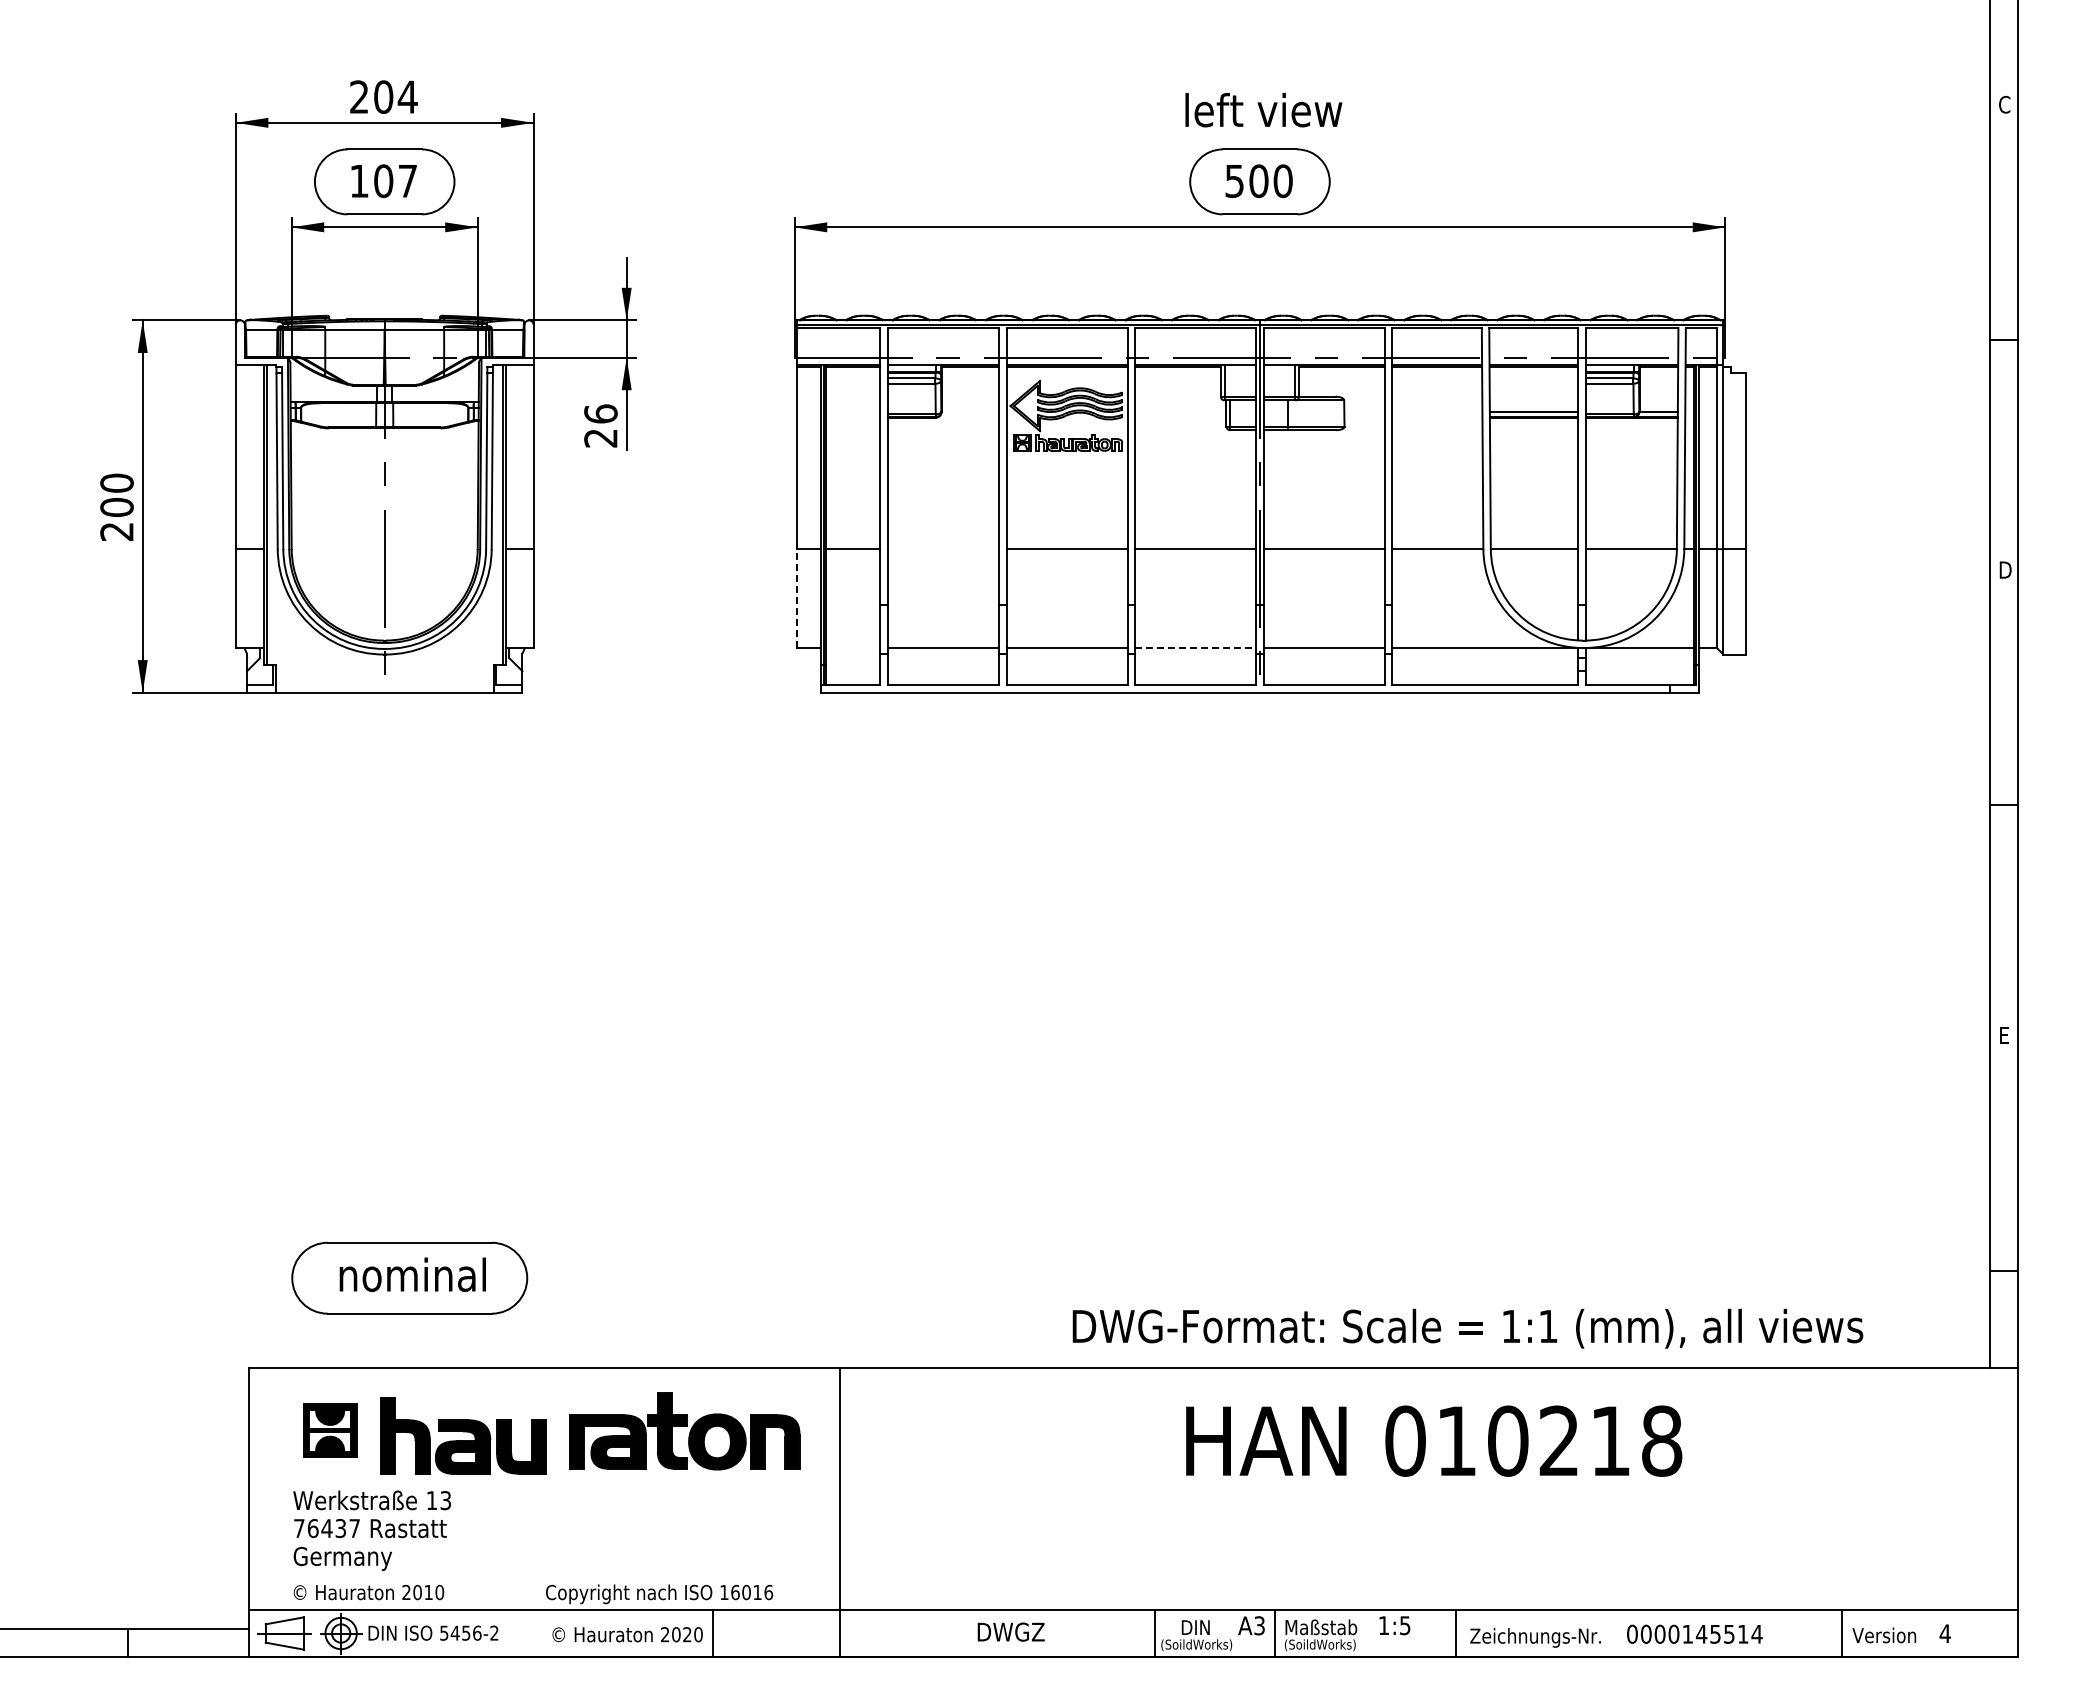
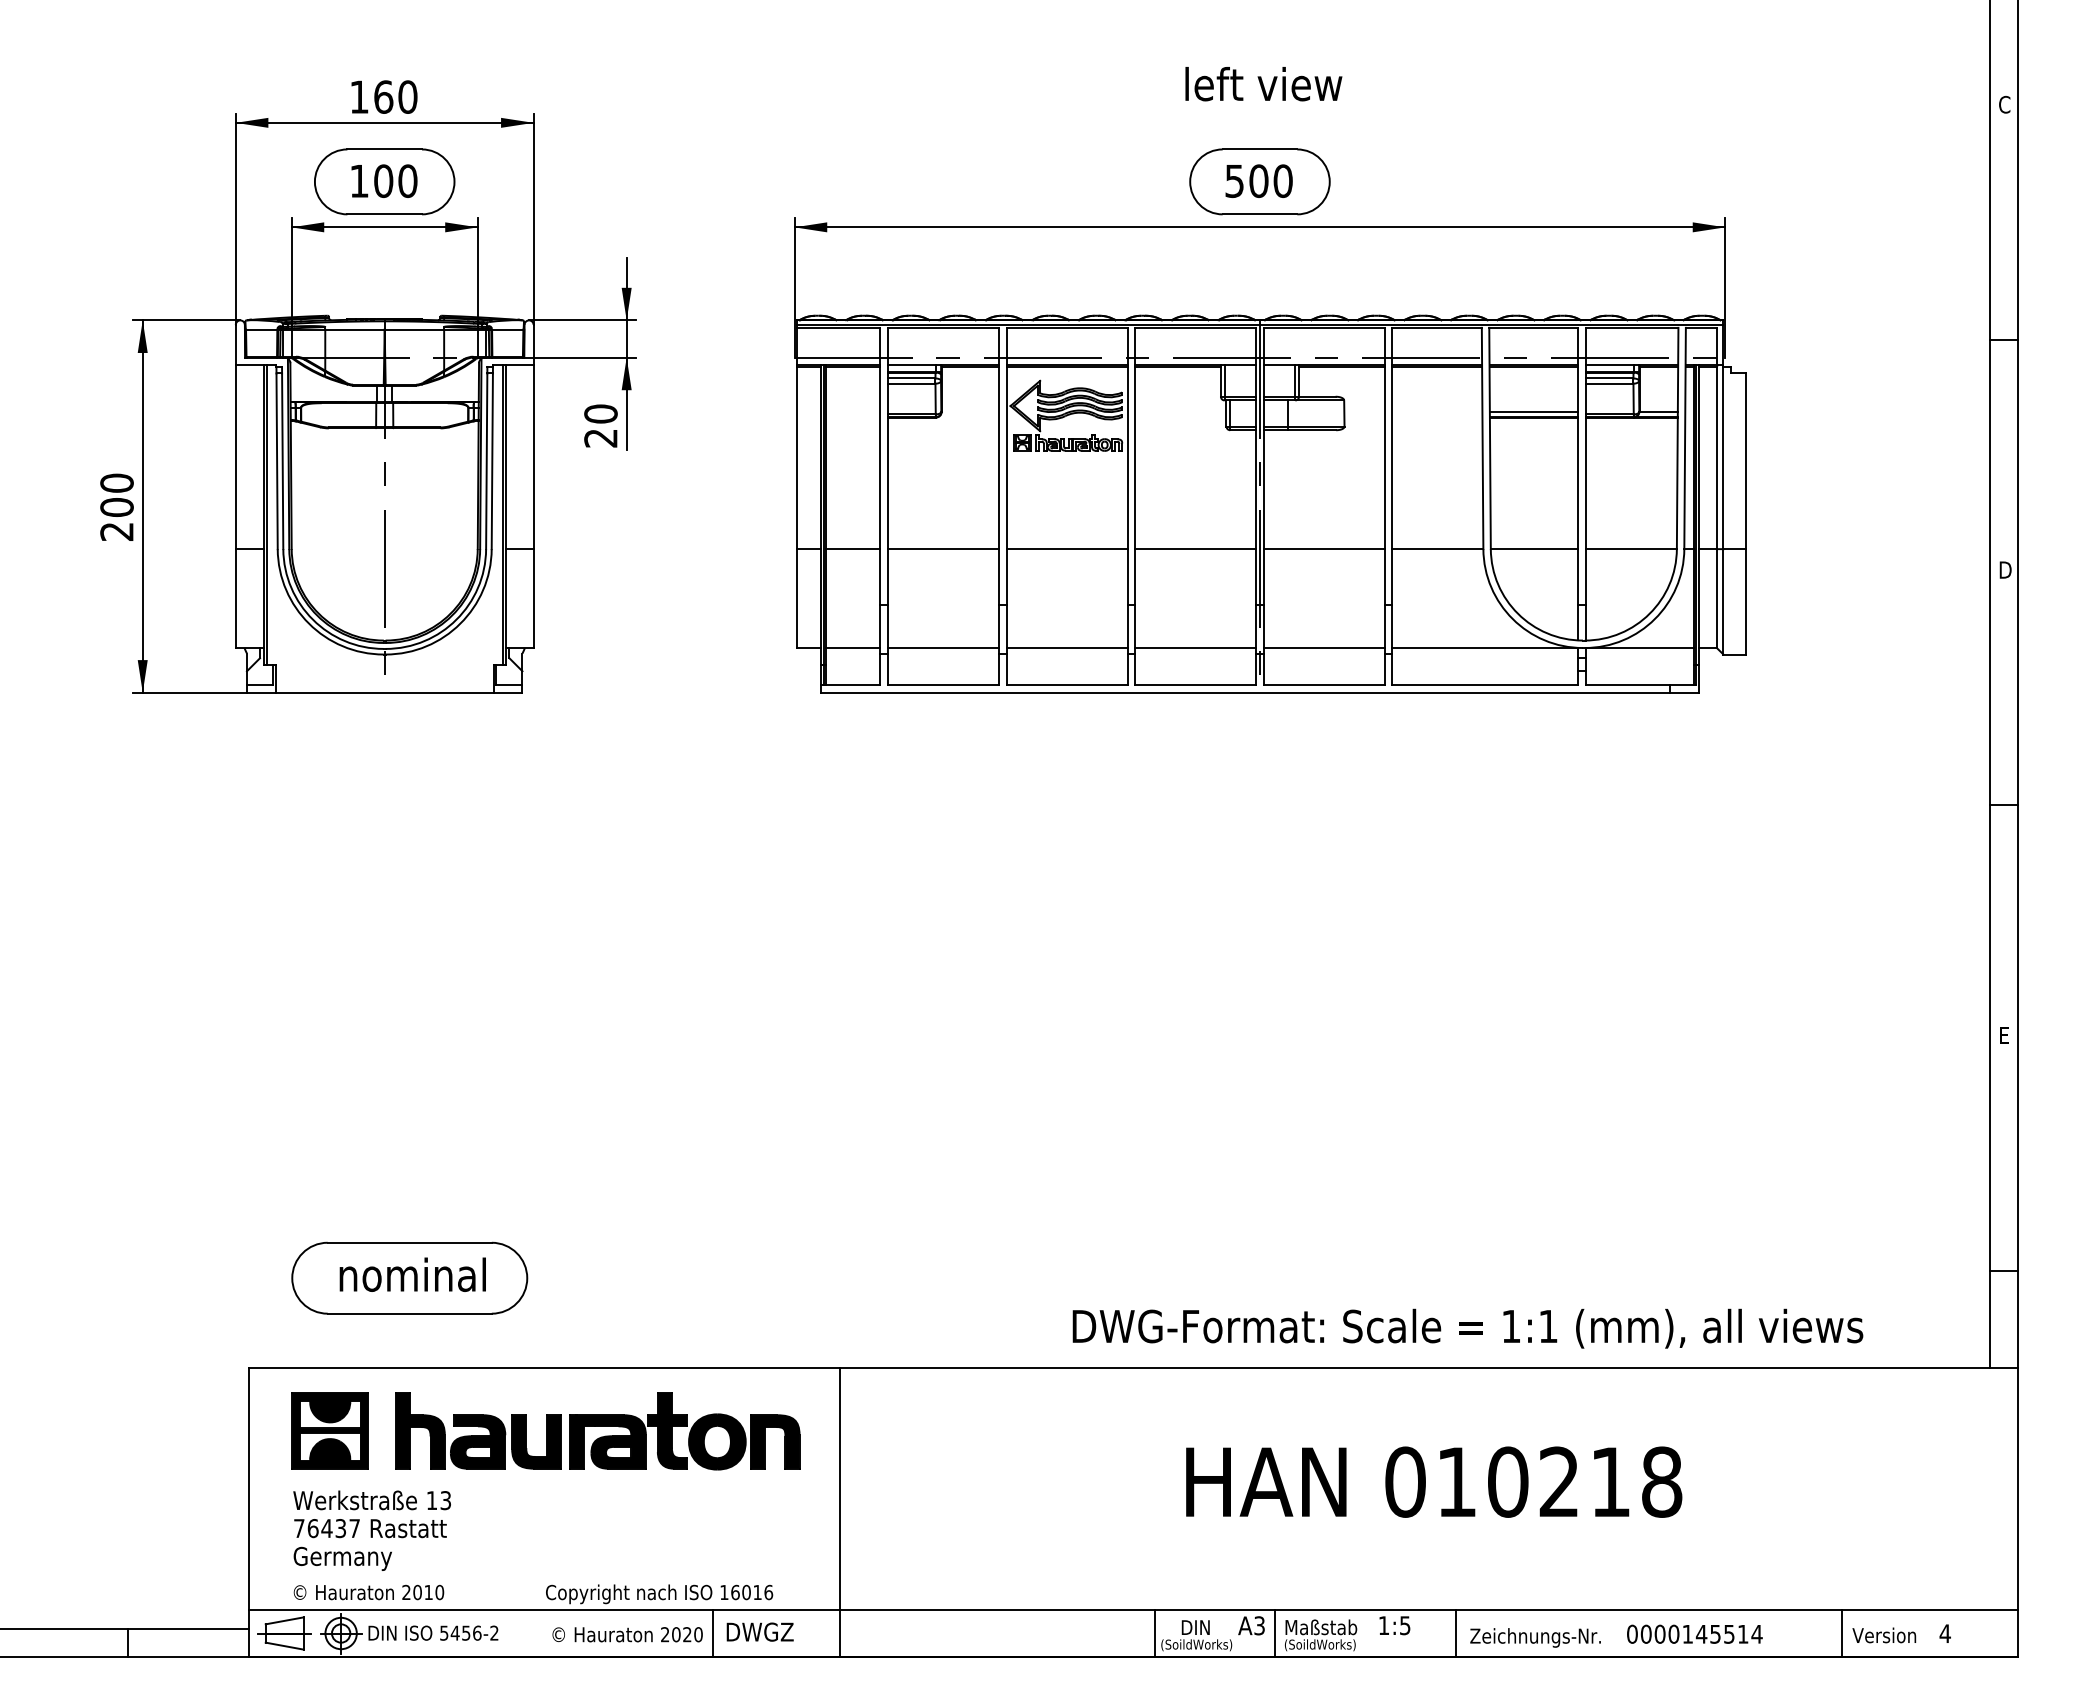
text at (383, 96): 204 -> 160
text at (1263, 110) position: (1263, 110) -> (1263, 84)
text at (407, 180): 107 -> 100
text at (600, 413): 26 -> 20
line at (943, 549): none -> present
line at (796, 598): dashed -> solid
line at (853, 648): none -> present
line at (1196, 648): dashed -> solid
part at (330, 1430) size: 55x55 px -> 78x78 px
part at (463, 1435) position: (463, 1435) -> (478, 1430)
text at (1434, 1440) position: (1434, 1440) -> (1434, 1481)
text at (1010, 1631) position: (1010, 1631) -> (759, 1631)
